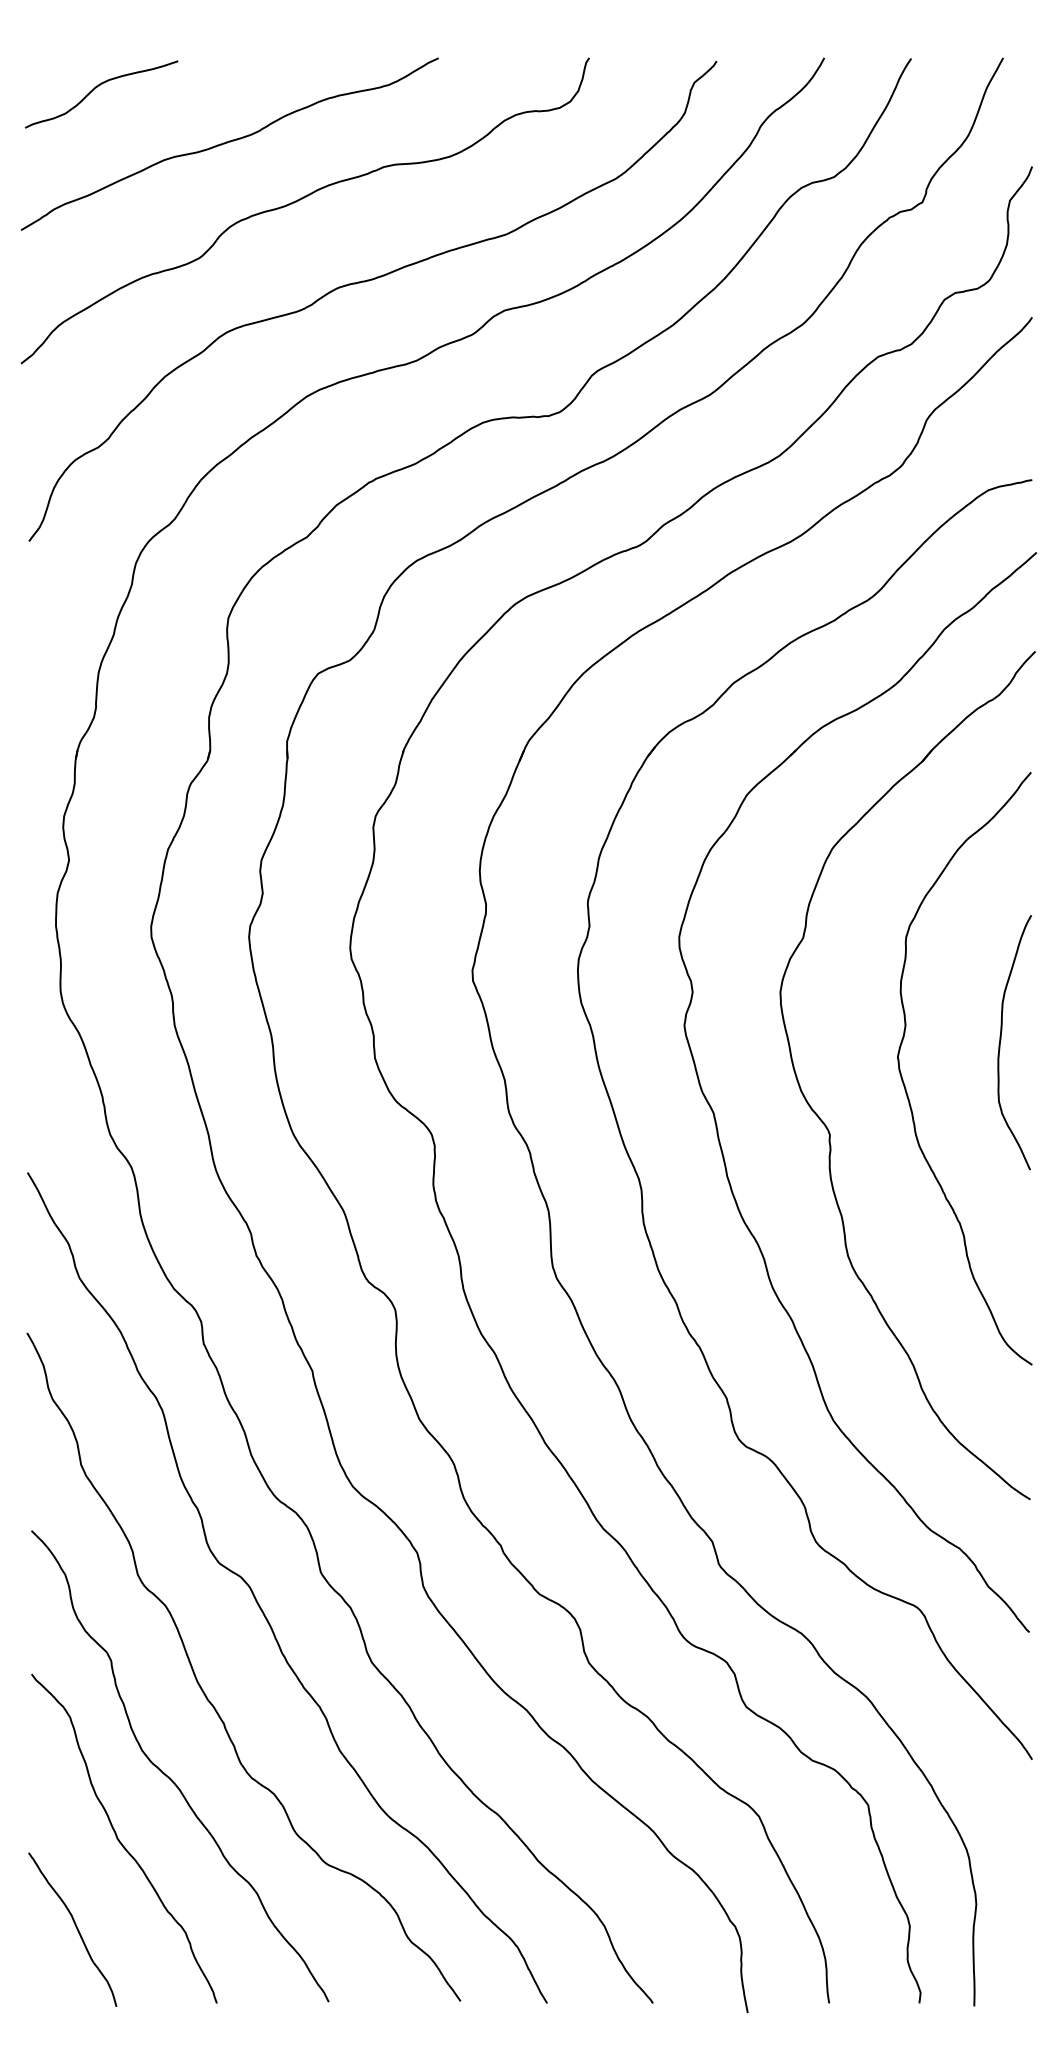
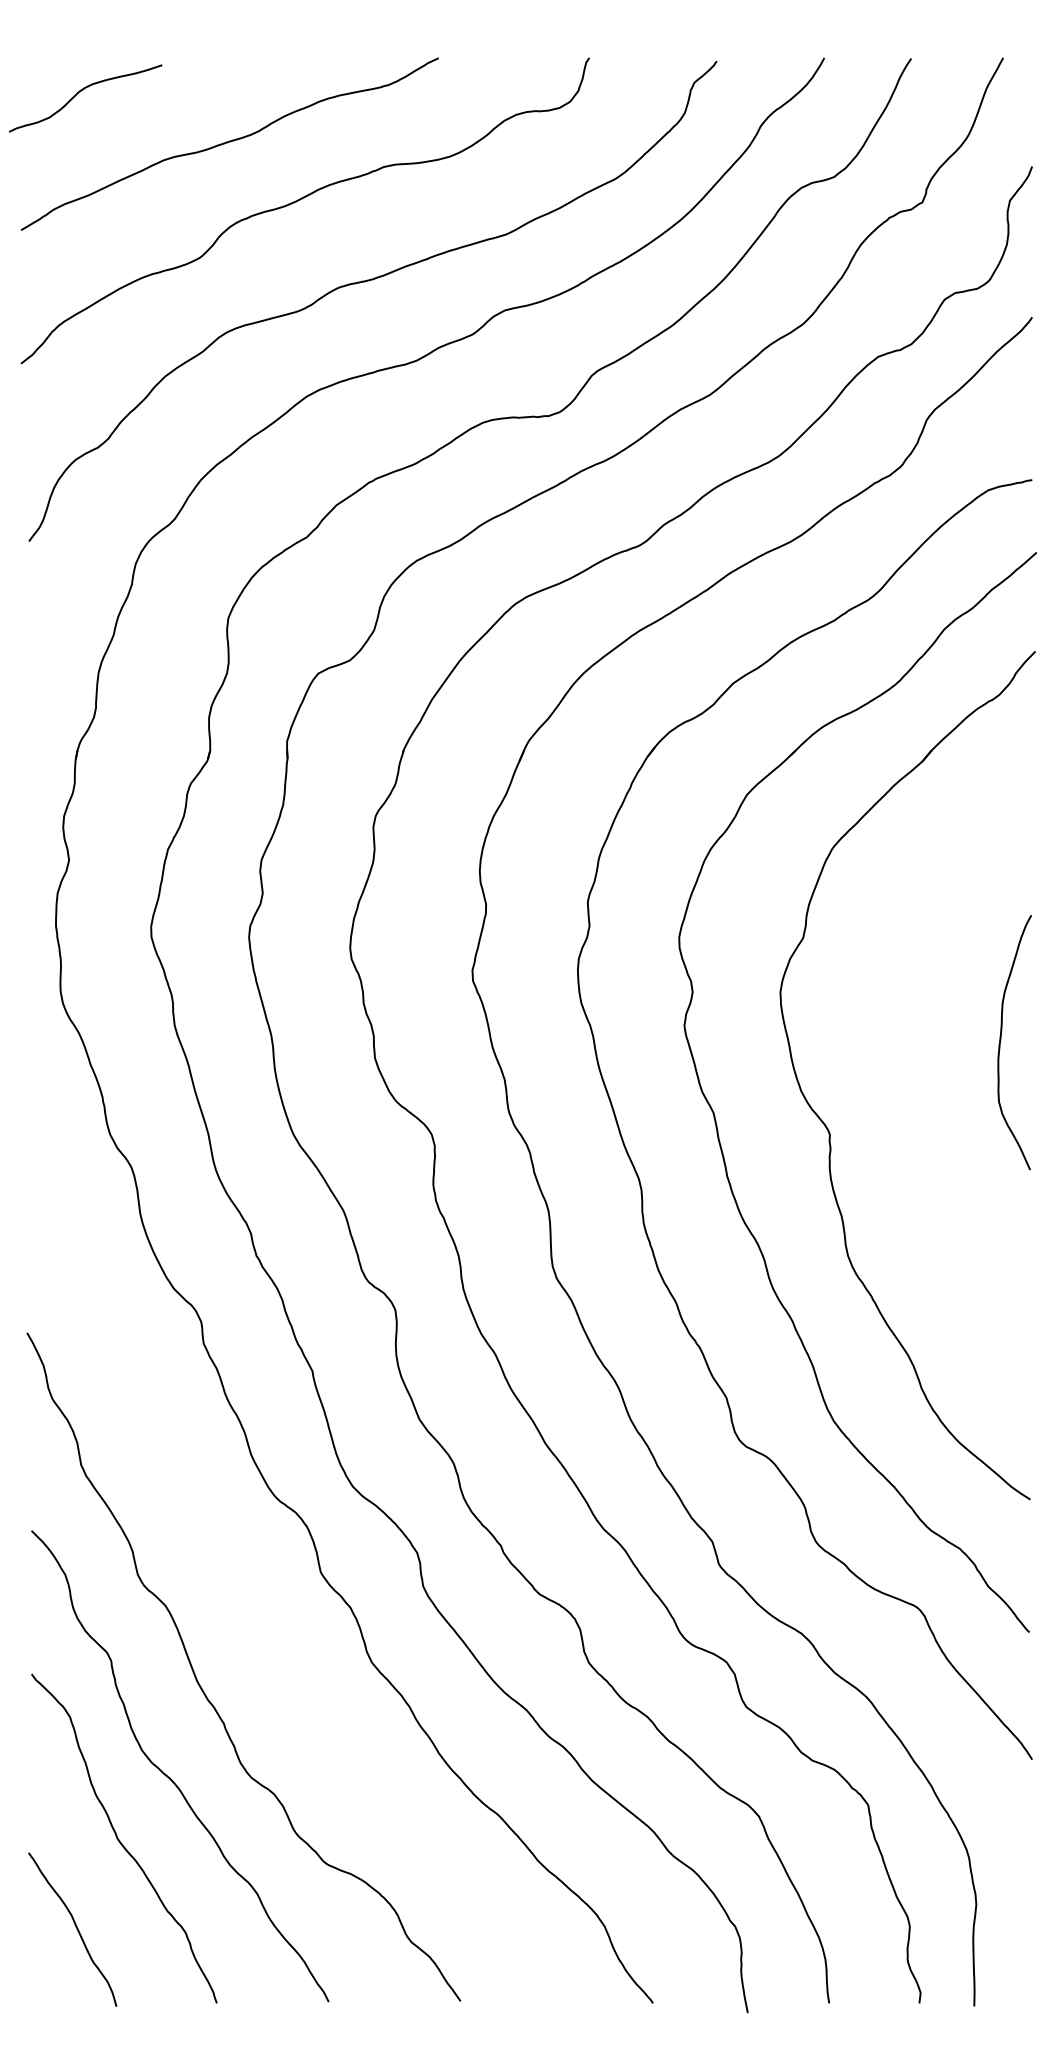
curve at (96, 88) position: (96, 88) -> (80, 92)
curve at (906, 1088): present -> none
curve at (258, 1602): present -> none
